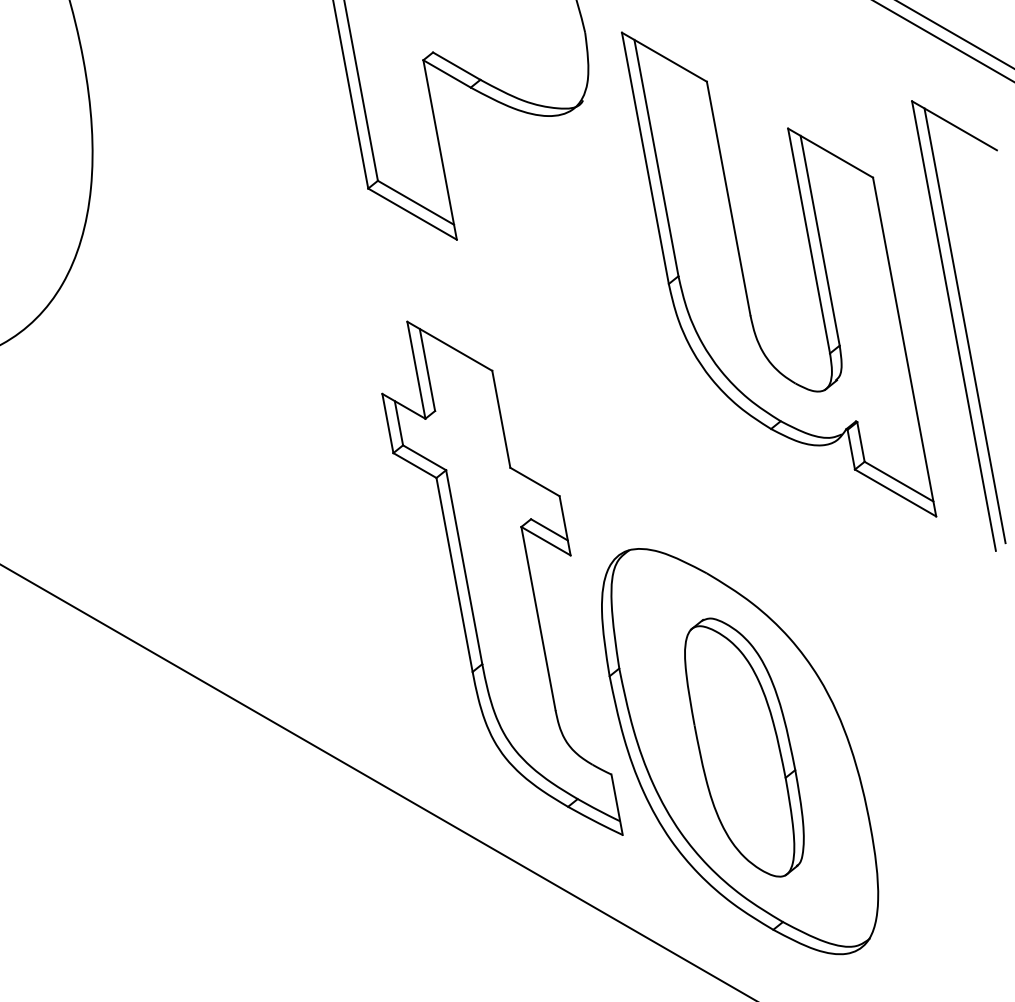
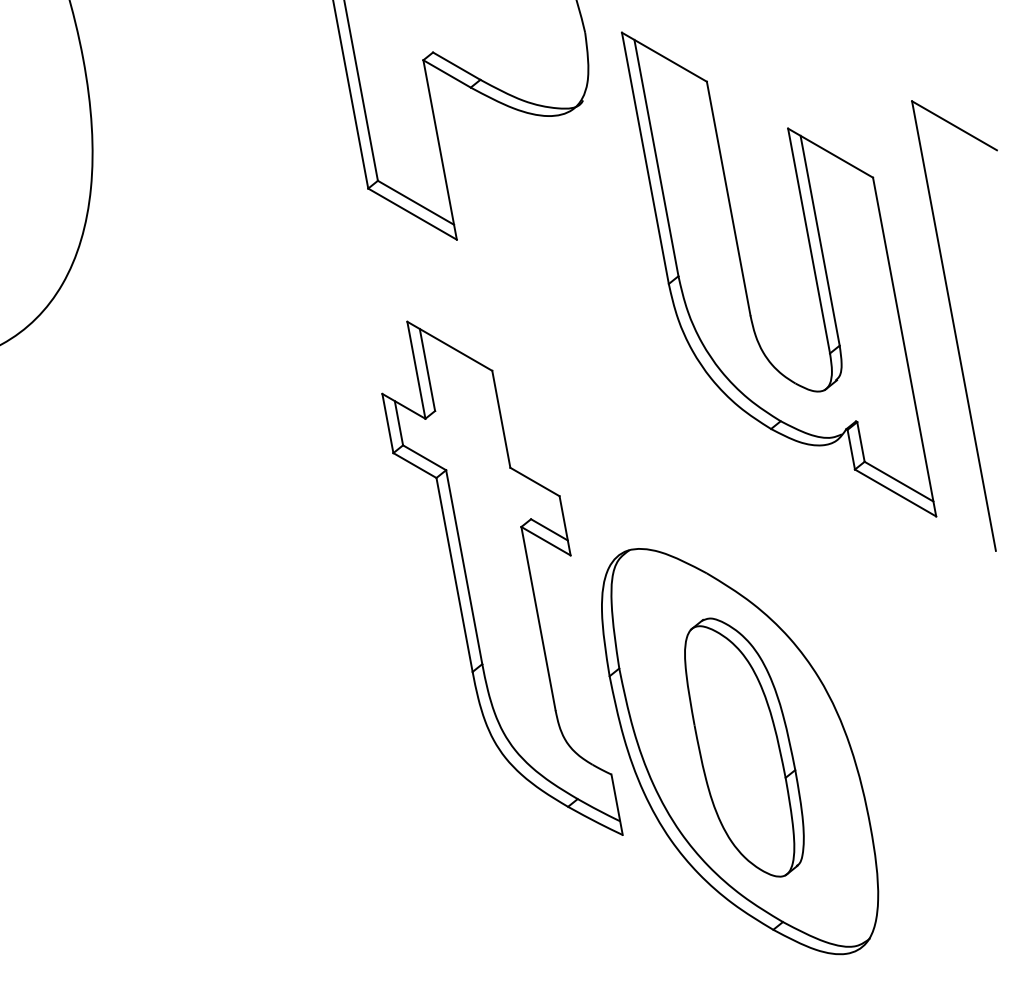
line at (954, 34): present -> none
line at (943, 41): present -> none
line at (964, 325): present -> none
line at (377, 781): present -> none
